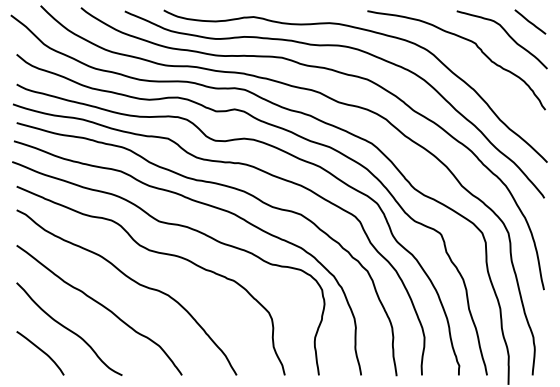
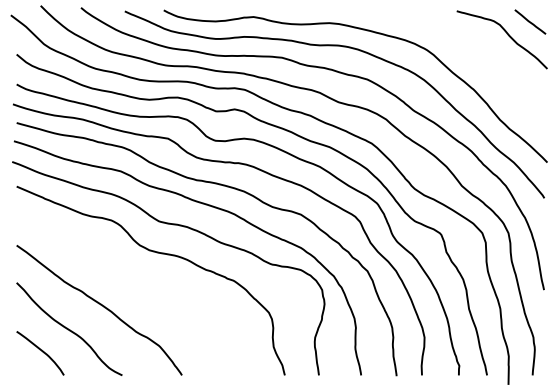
curve at (463, 39): present -> none
curve at (132, 281): present -> none
